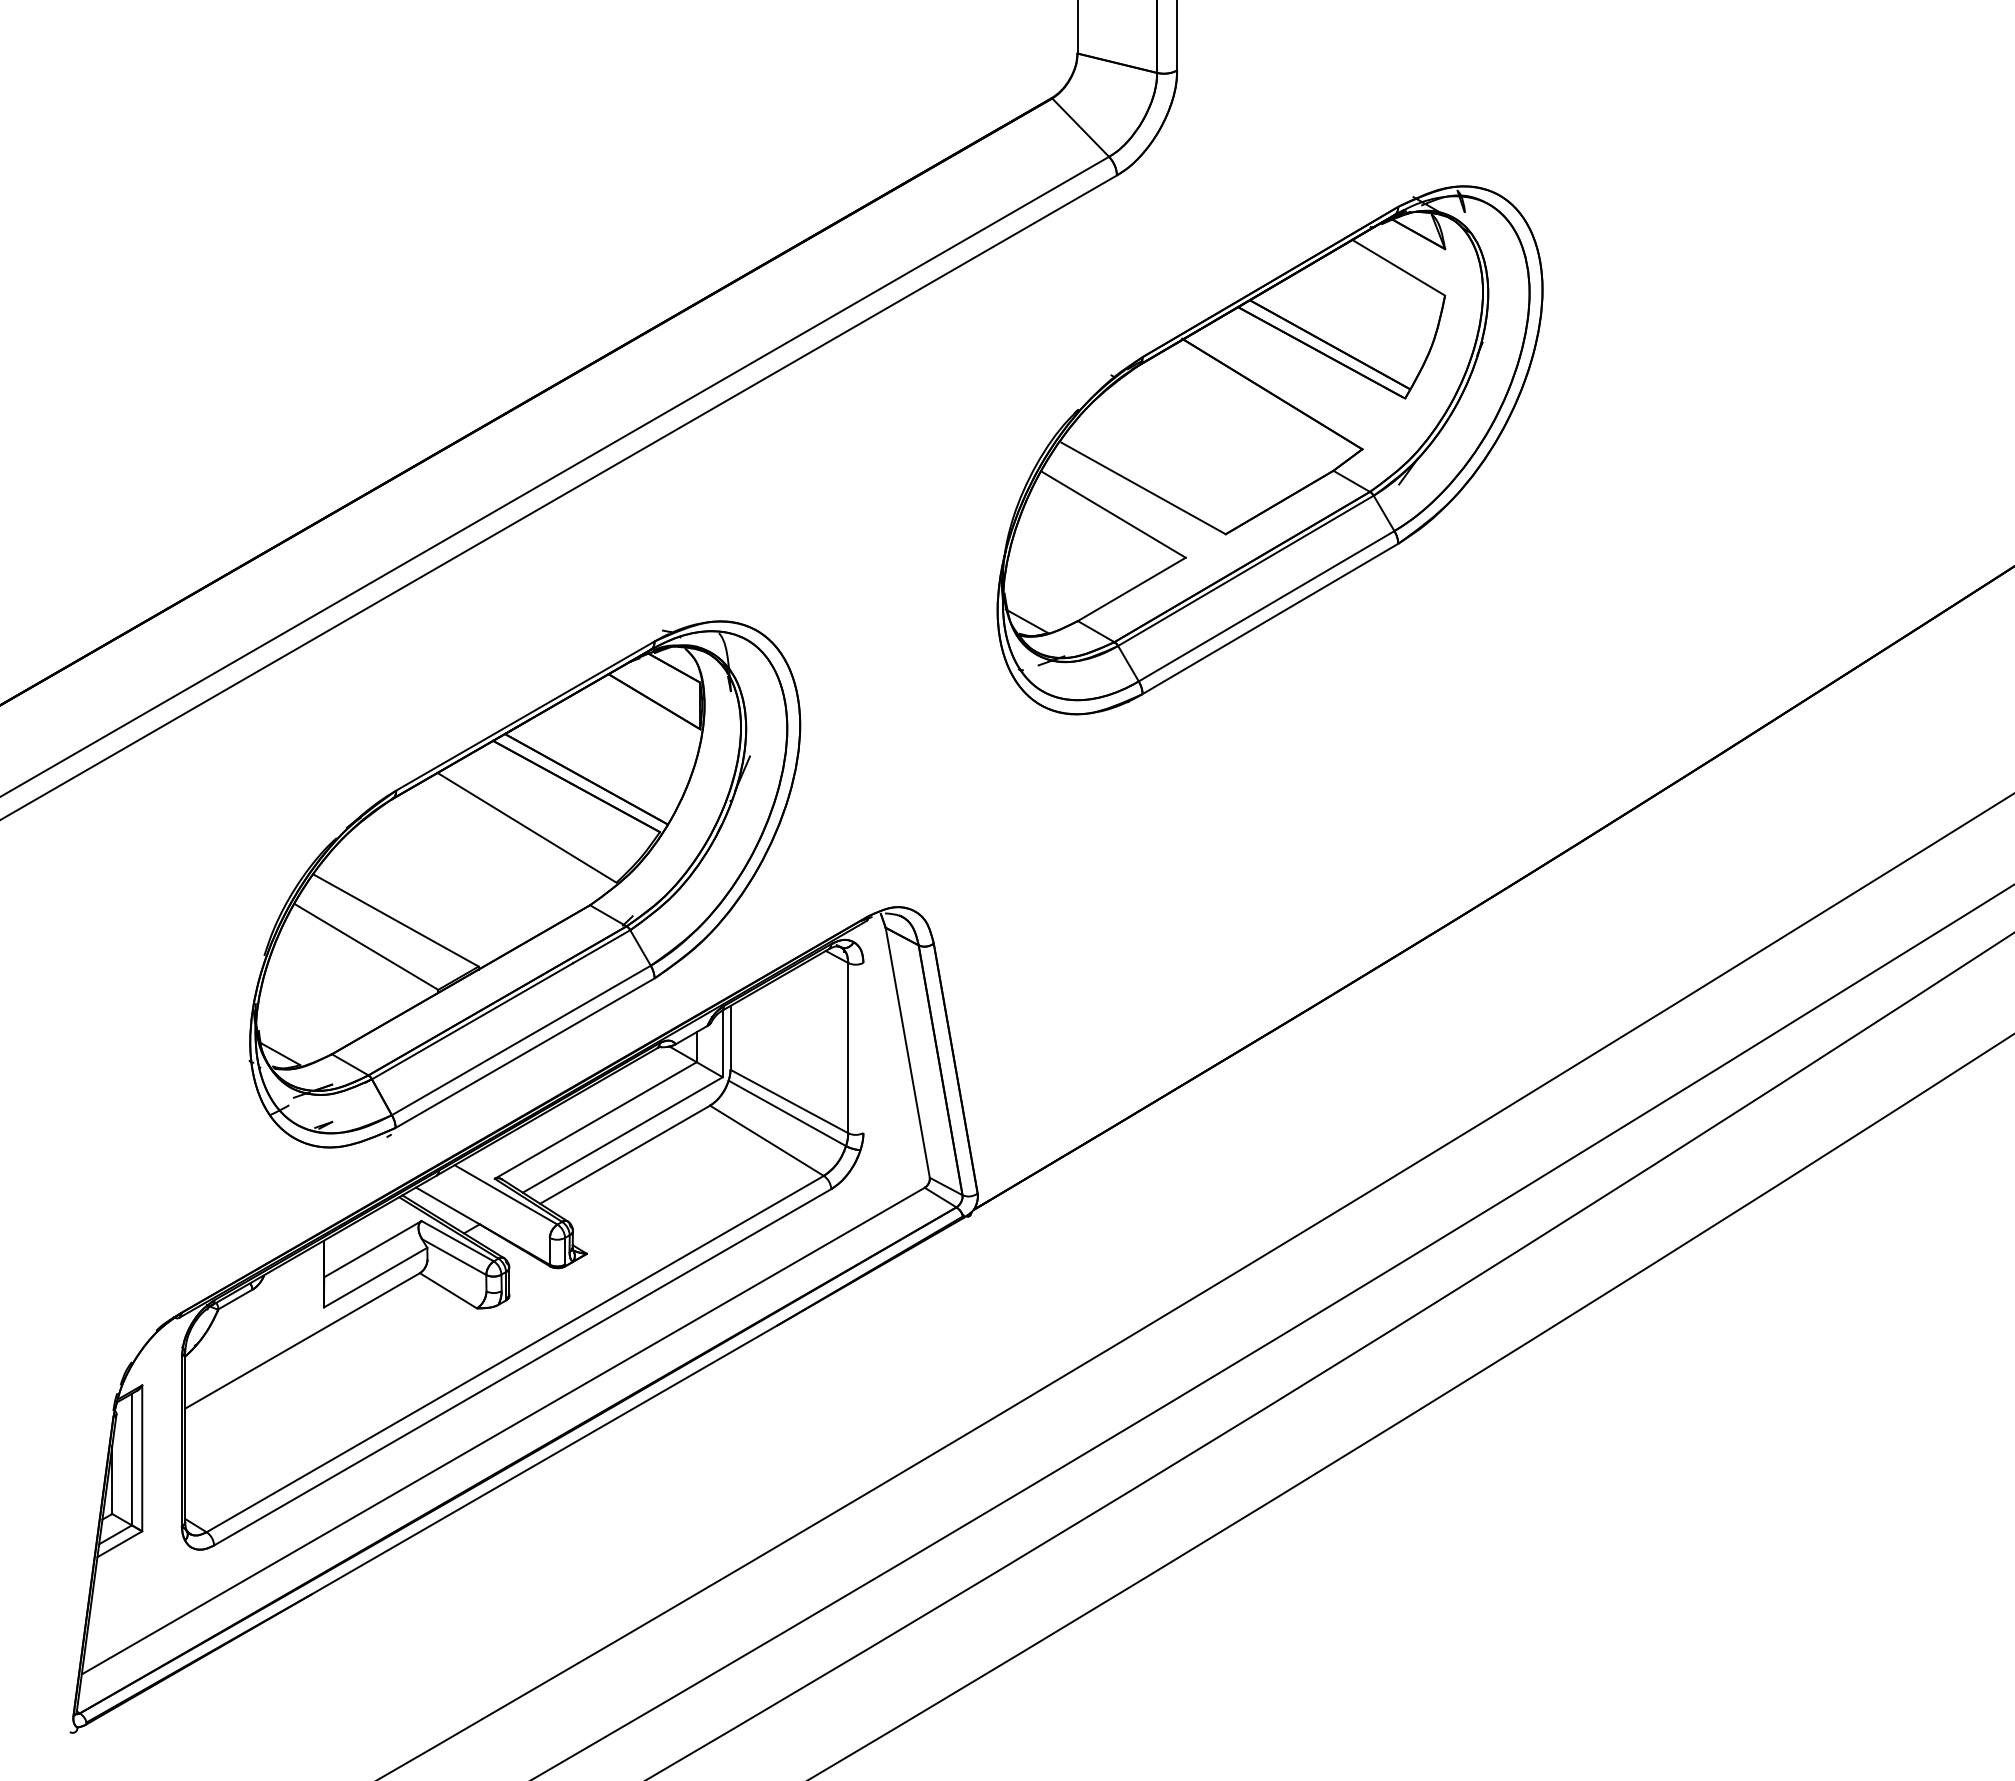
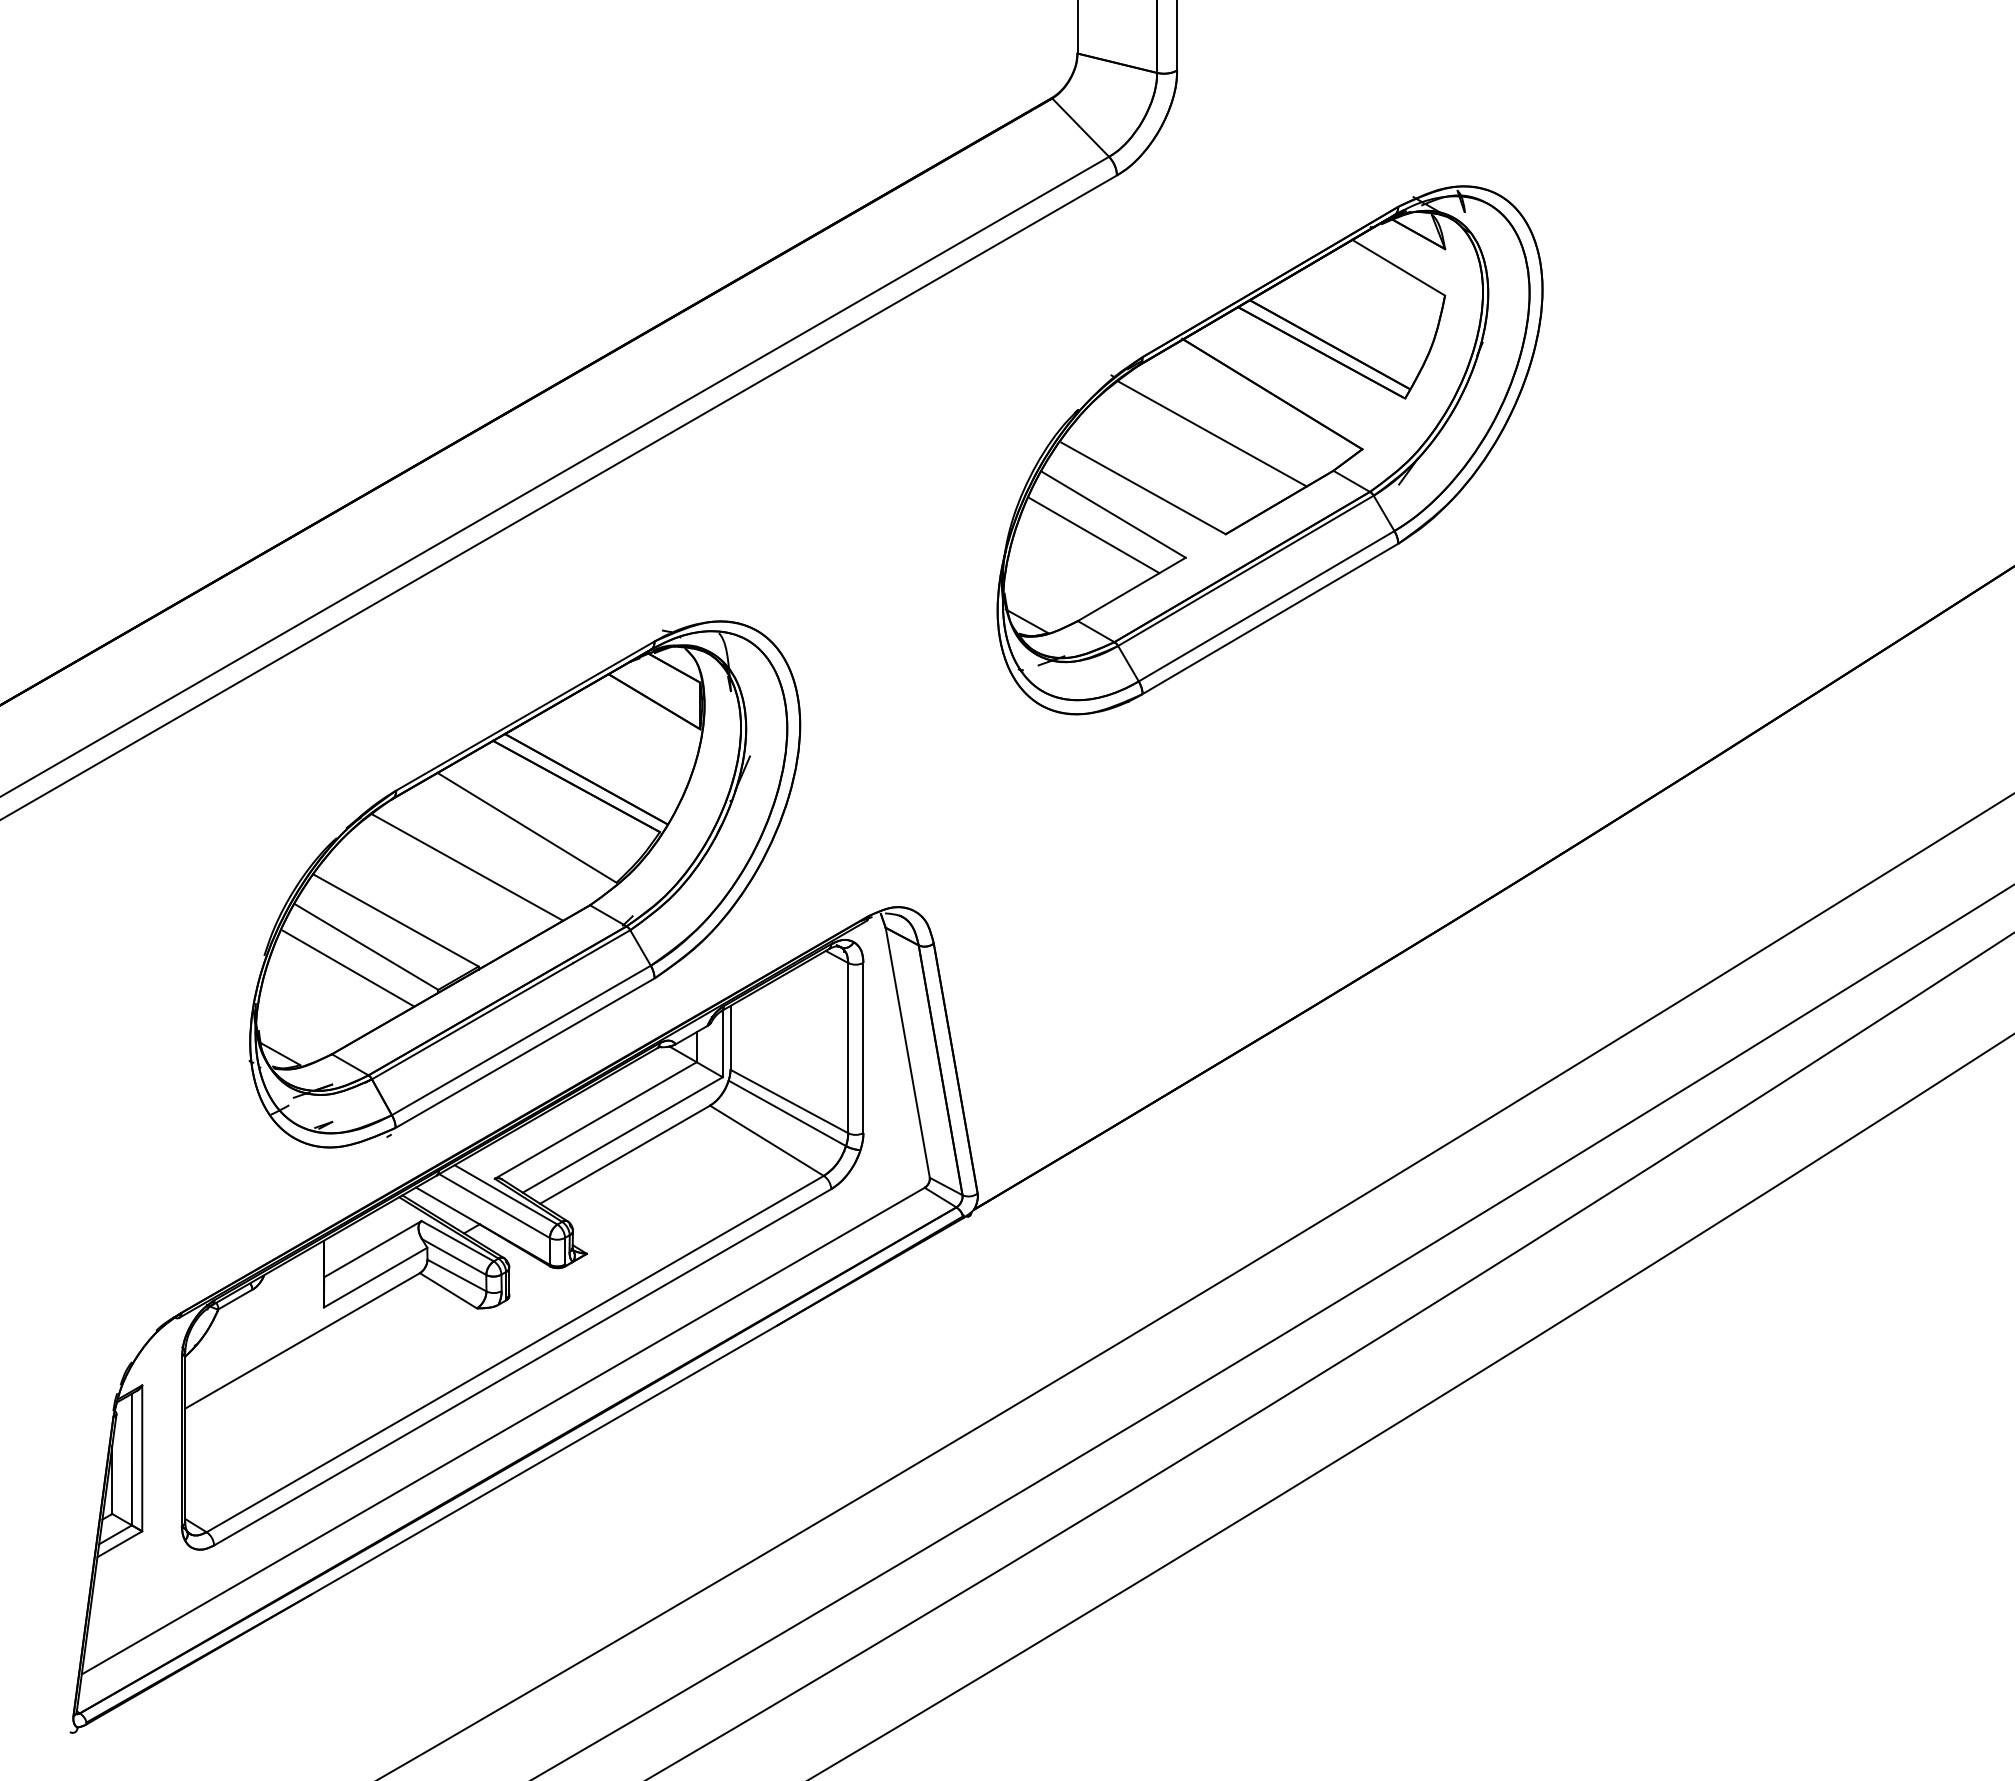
line at (1212, 433): none -> present
line at (1094, 535): none -> present
line at (467, 867): none -> present
line at (348, 968): none -> present
line at (863, 1047): none -> present
line at (494, 1205): none -> present
line at (456, 1275): none -> present
